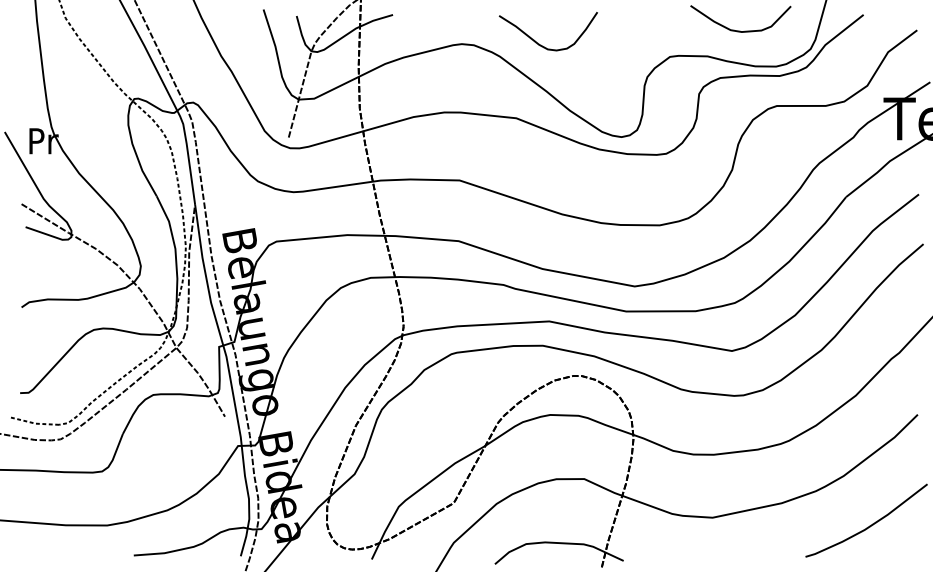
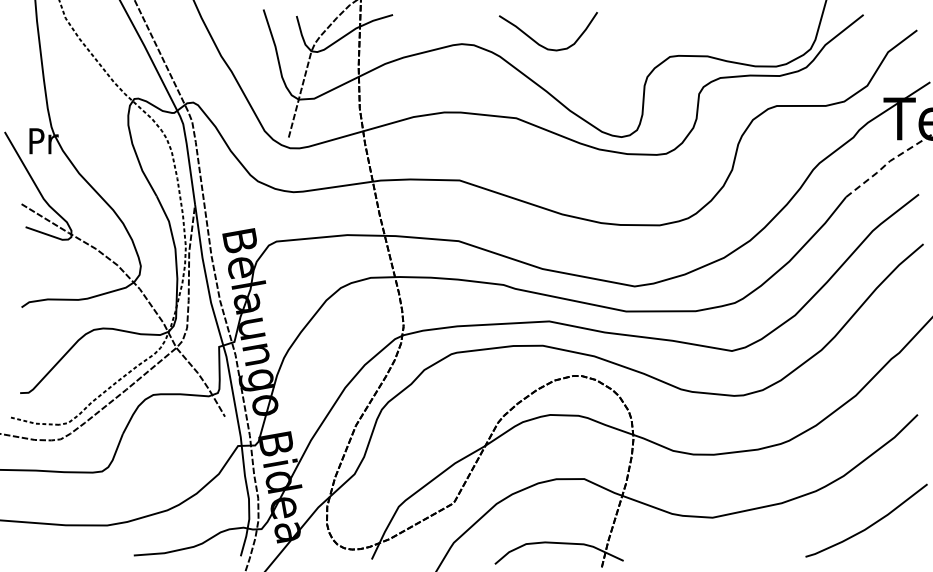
curve at (740, 30): present -> none
line at (887, 163): solid -> dashed
